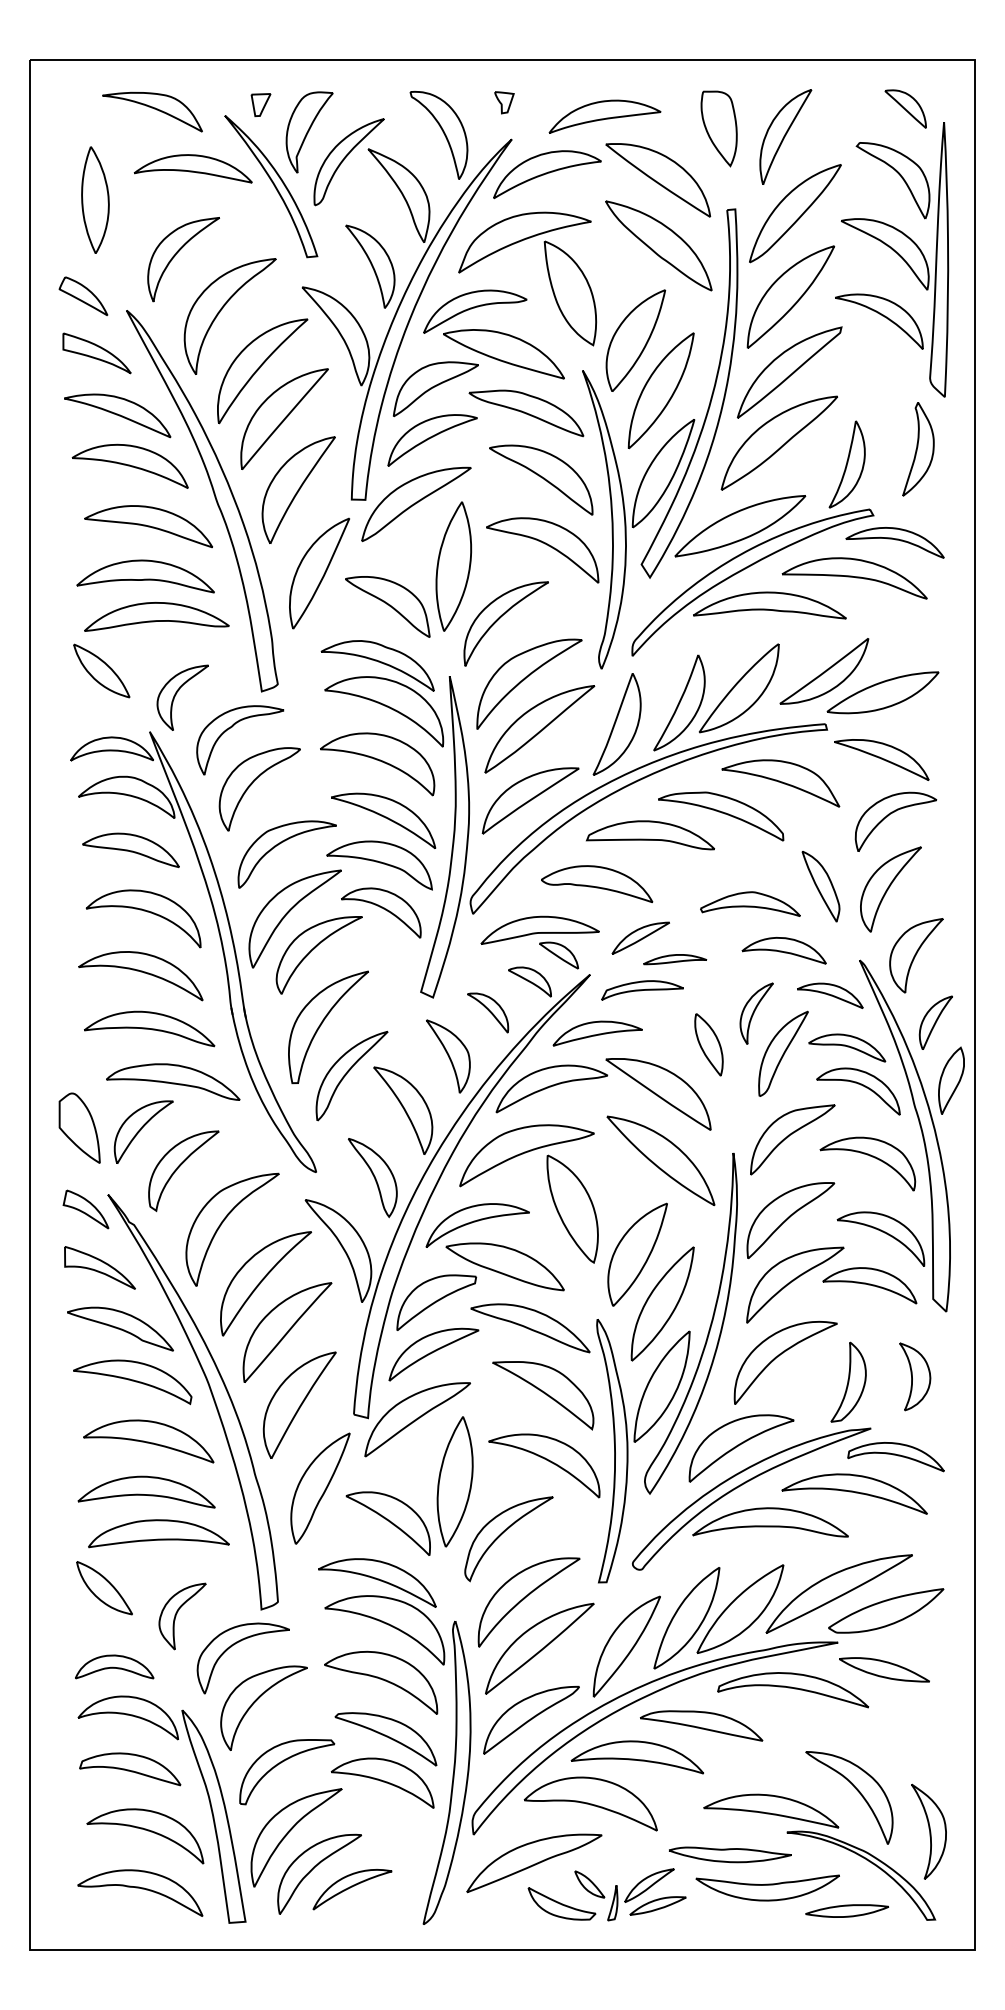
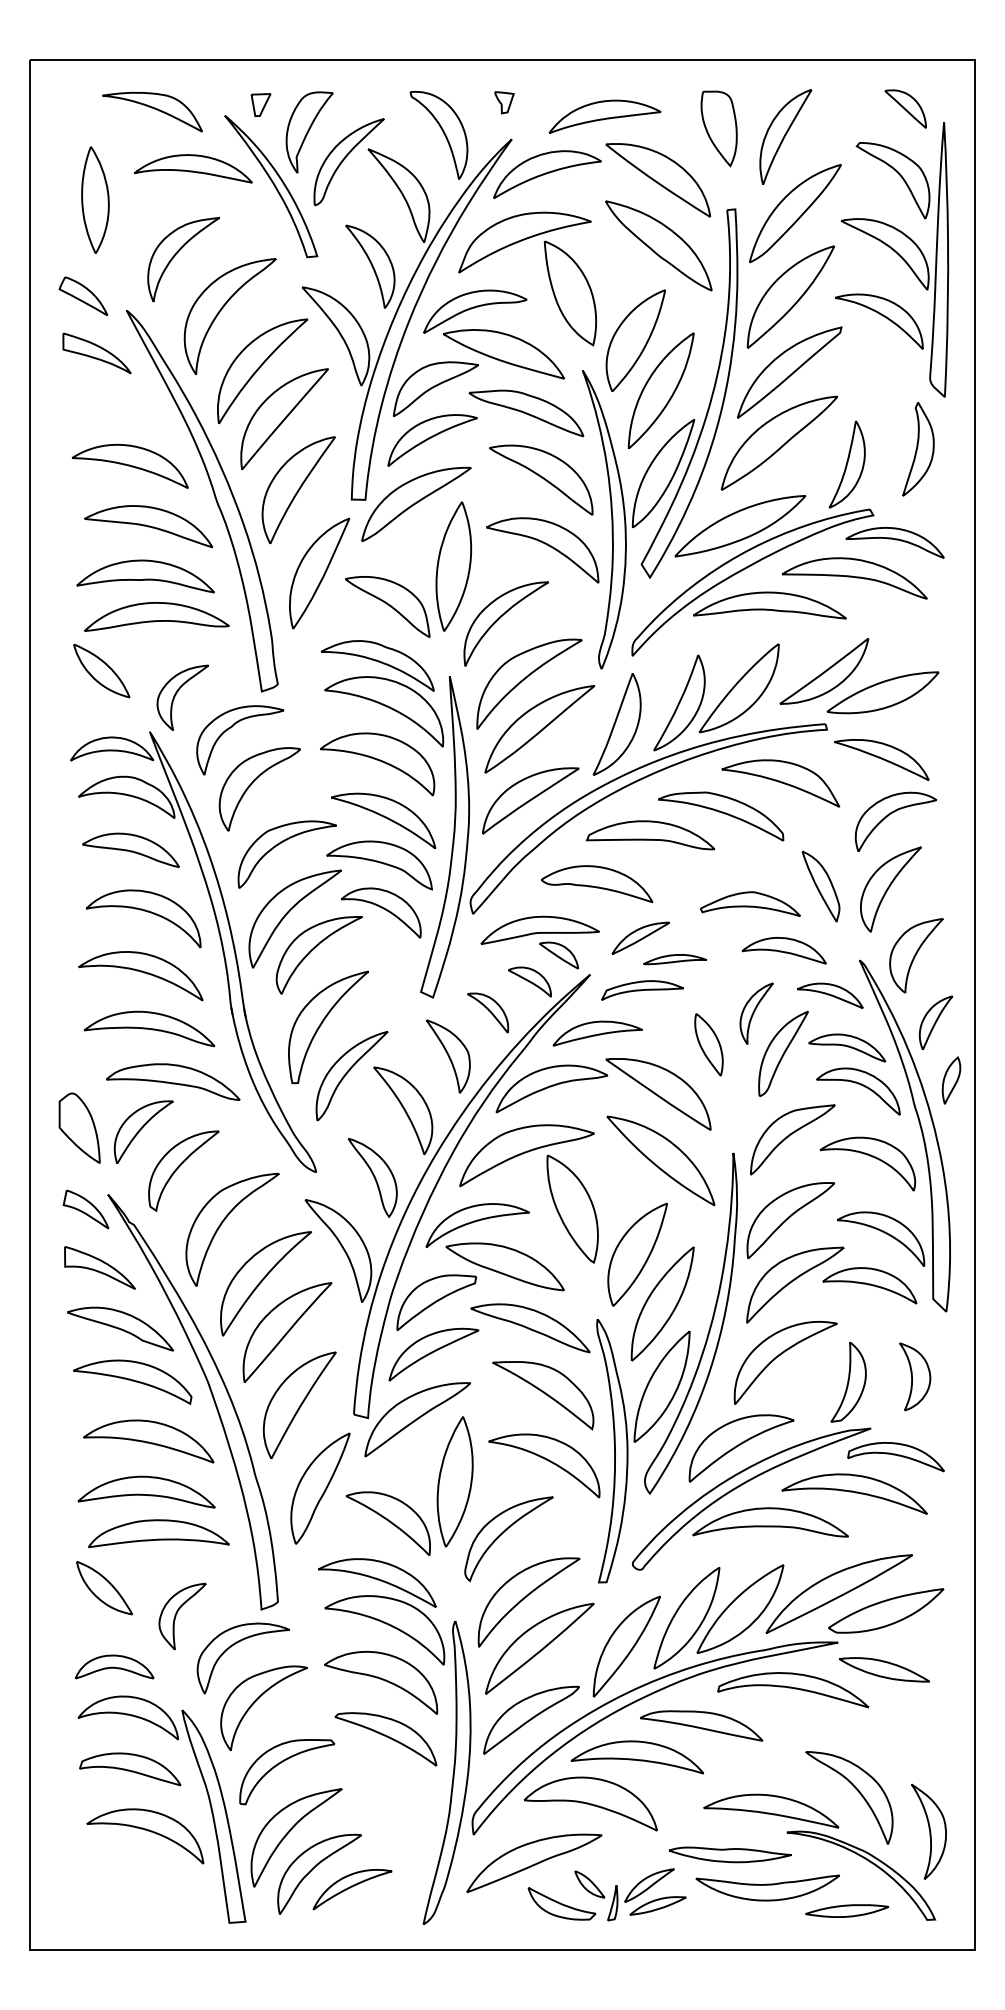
part at (117, 415): present -> none
part at (951, 1080) size: 27x69 px -> 21x49 px
part at (382, 1782): present -> none
part at (140, 1892): present -> none
